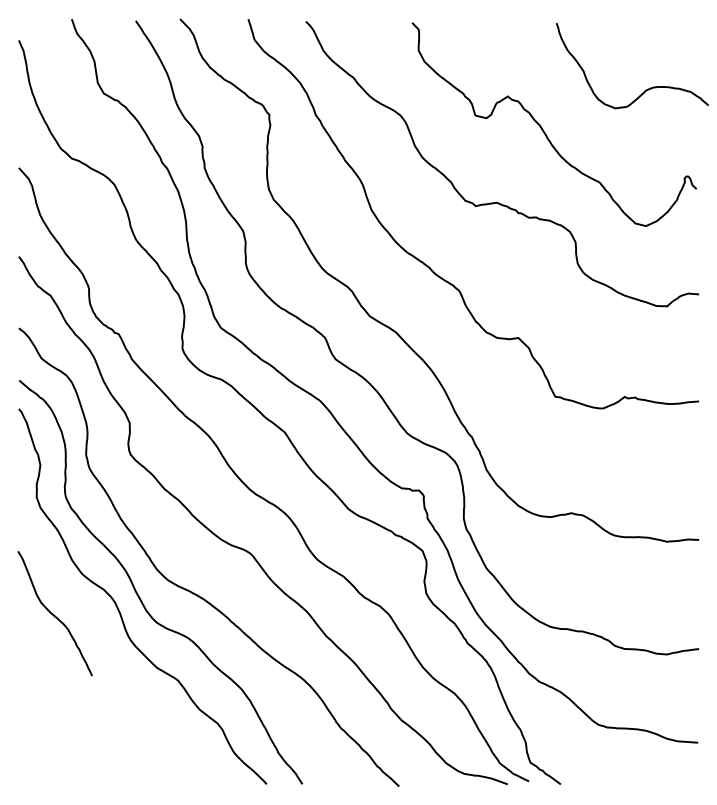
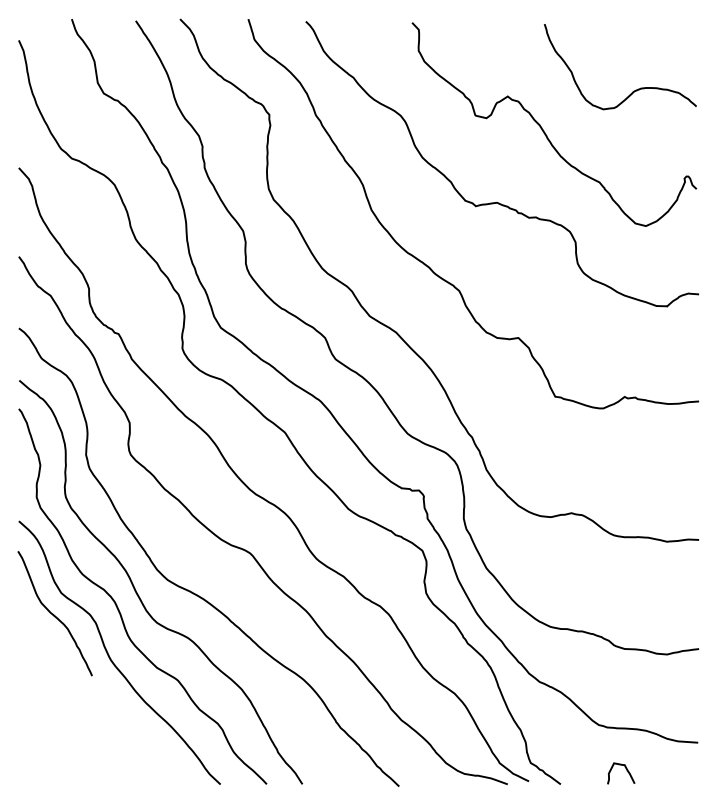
curve at (645, 89) position: (645, 89) -> (633, 90)
curve at (111, 658): none -> present
curve at (626, 770): none -> present
